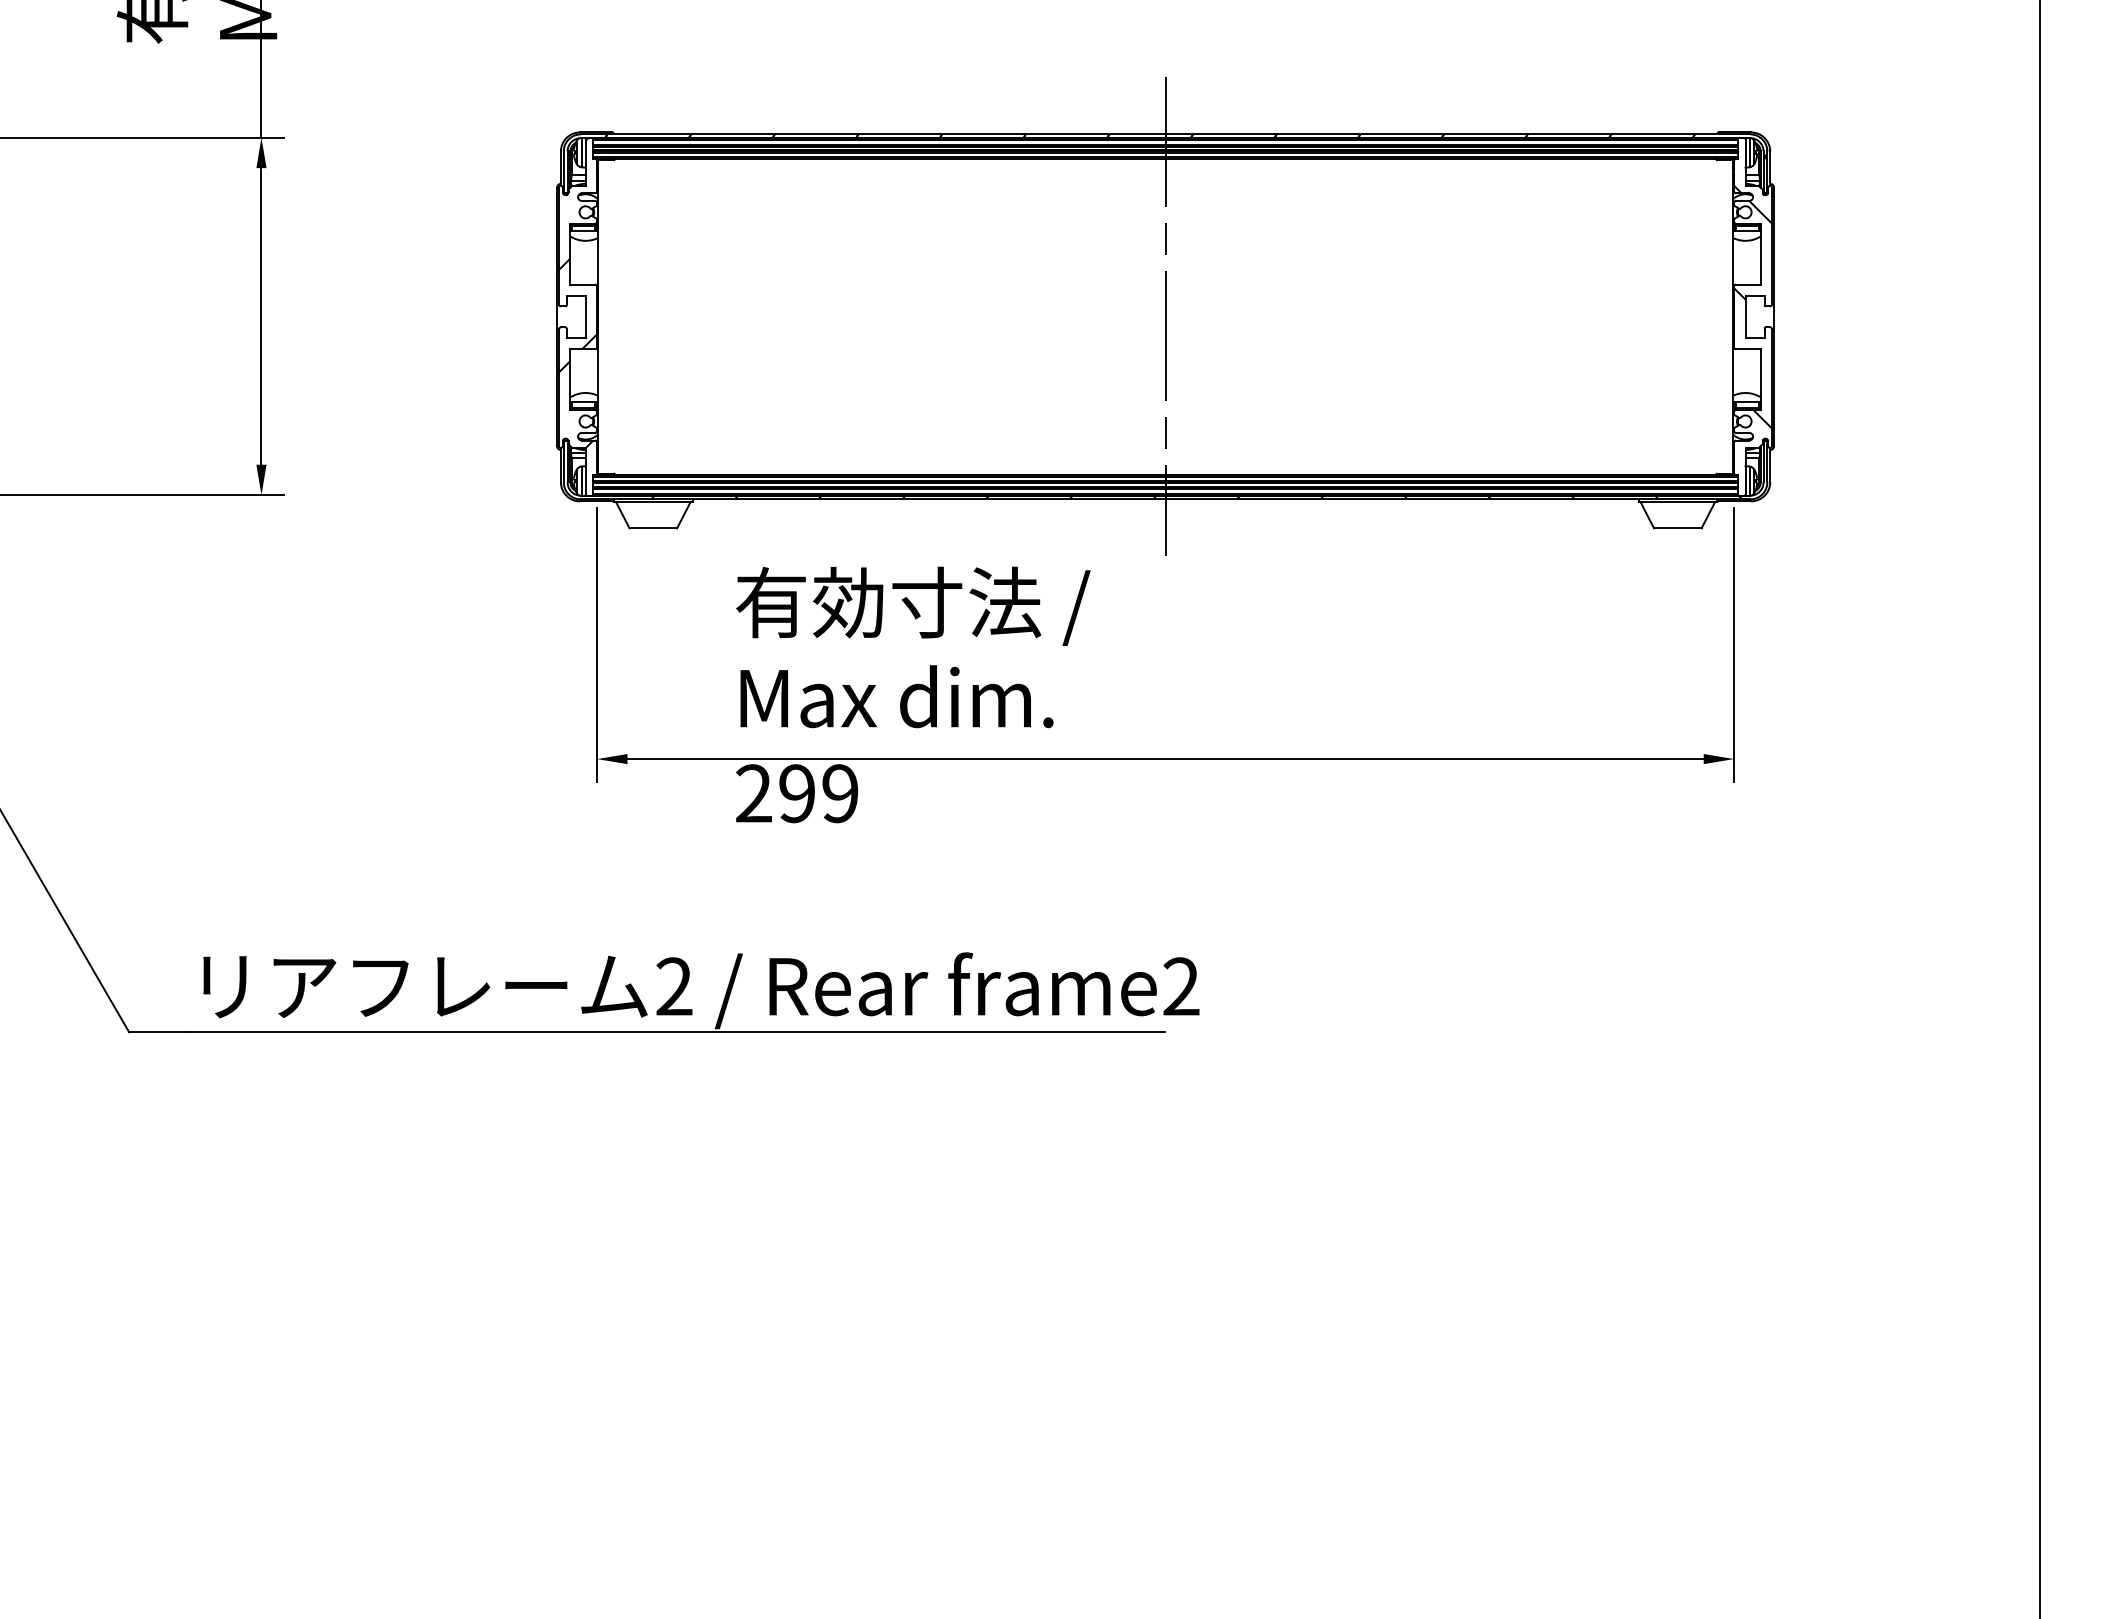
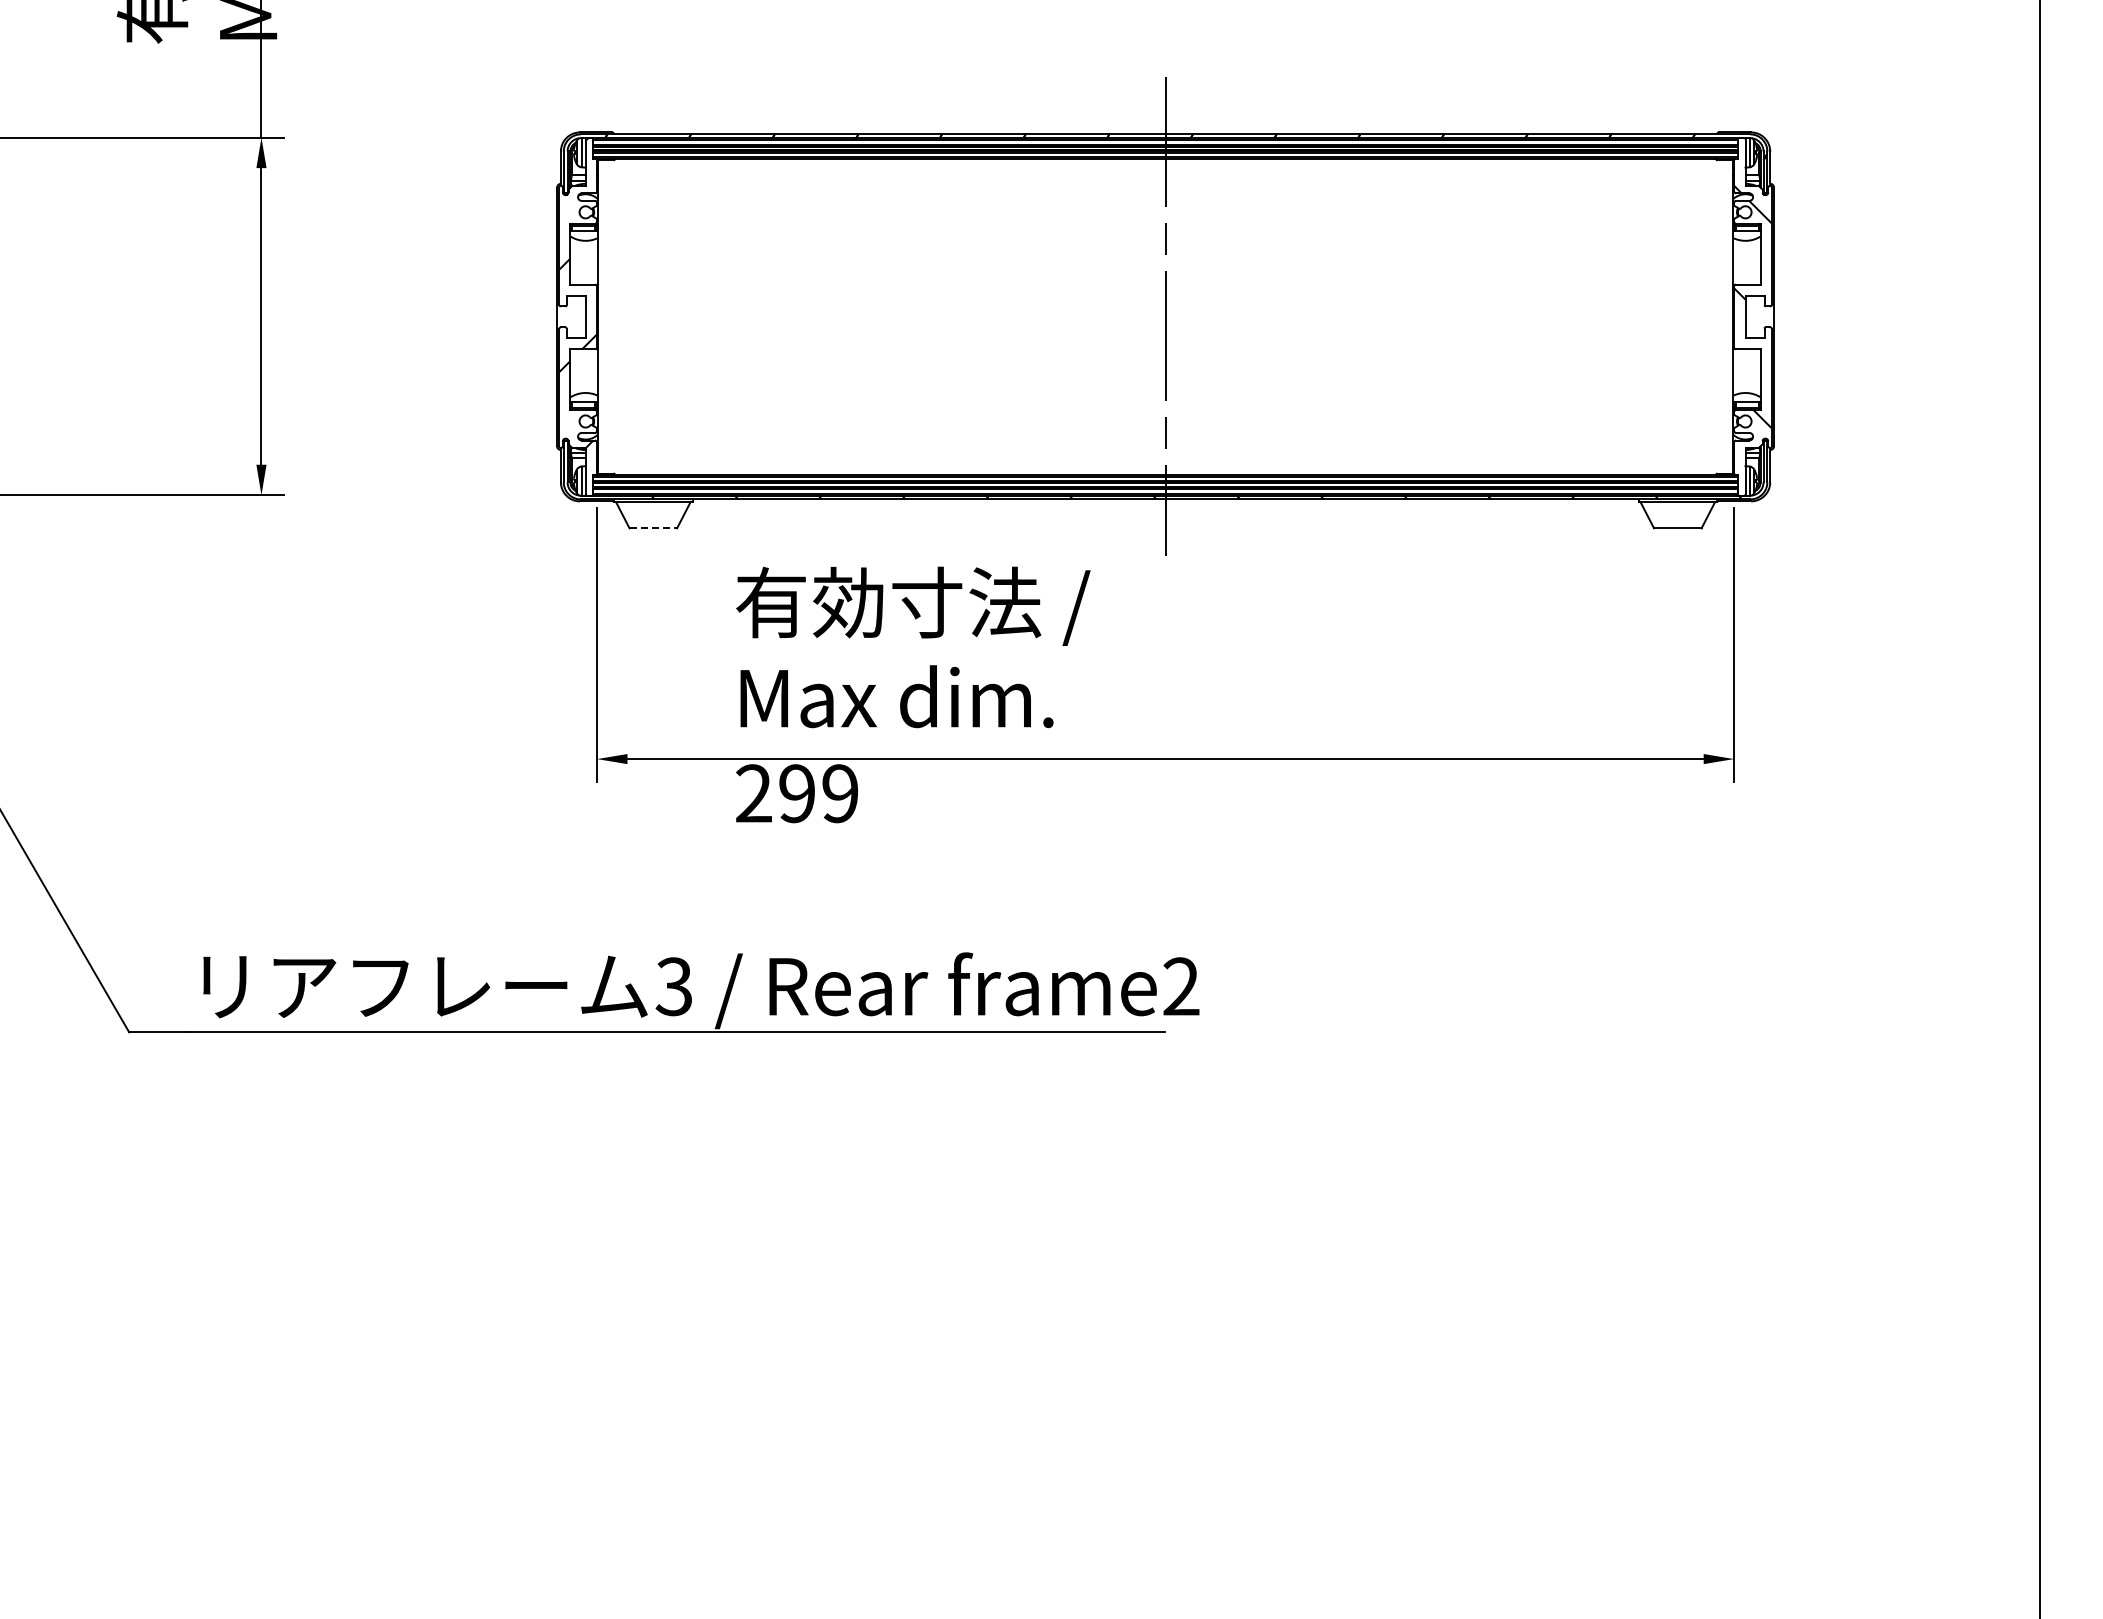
line at (653, 528): solid -> dashed
text at (673, 986): 2 -> 3
